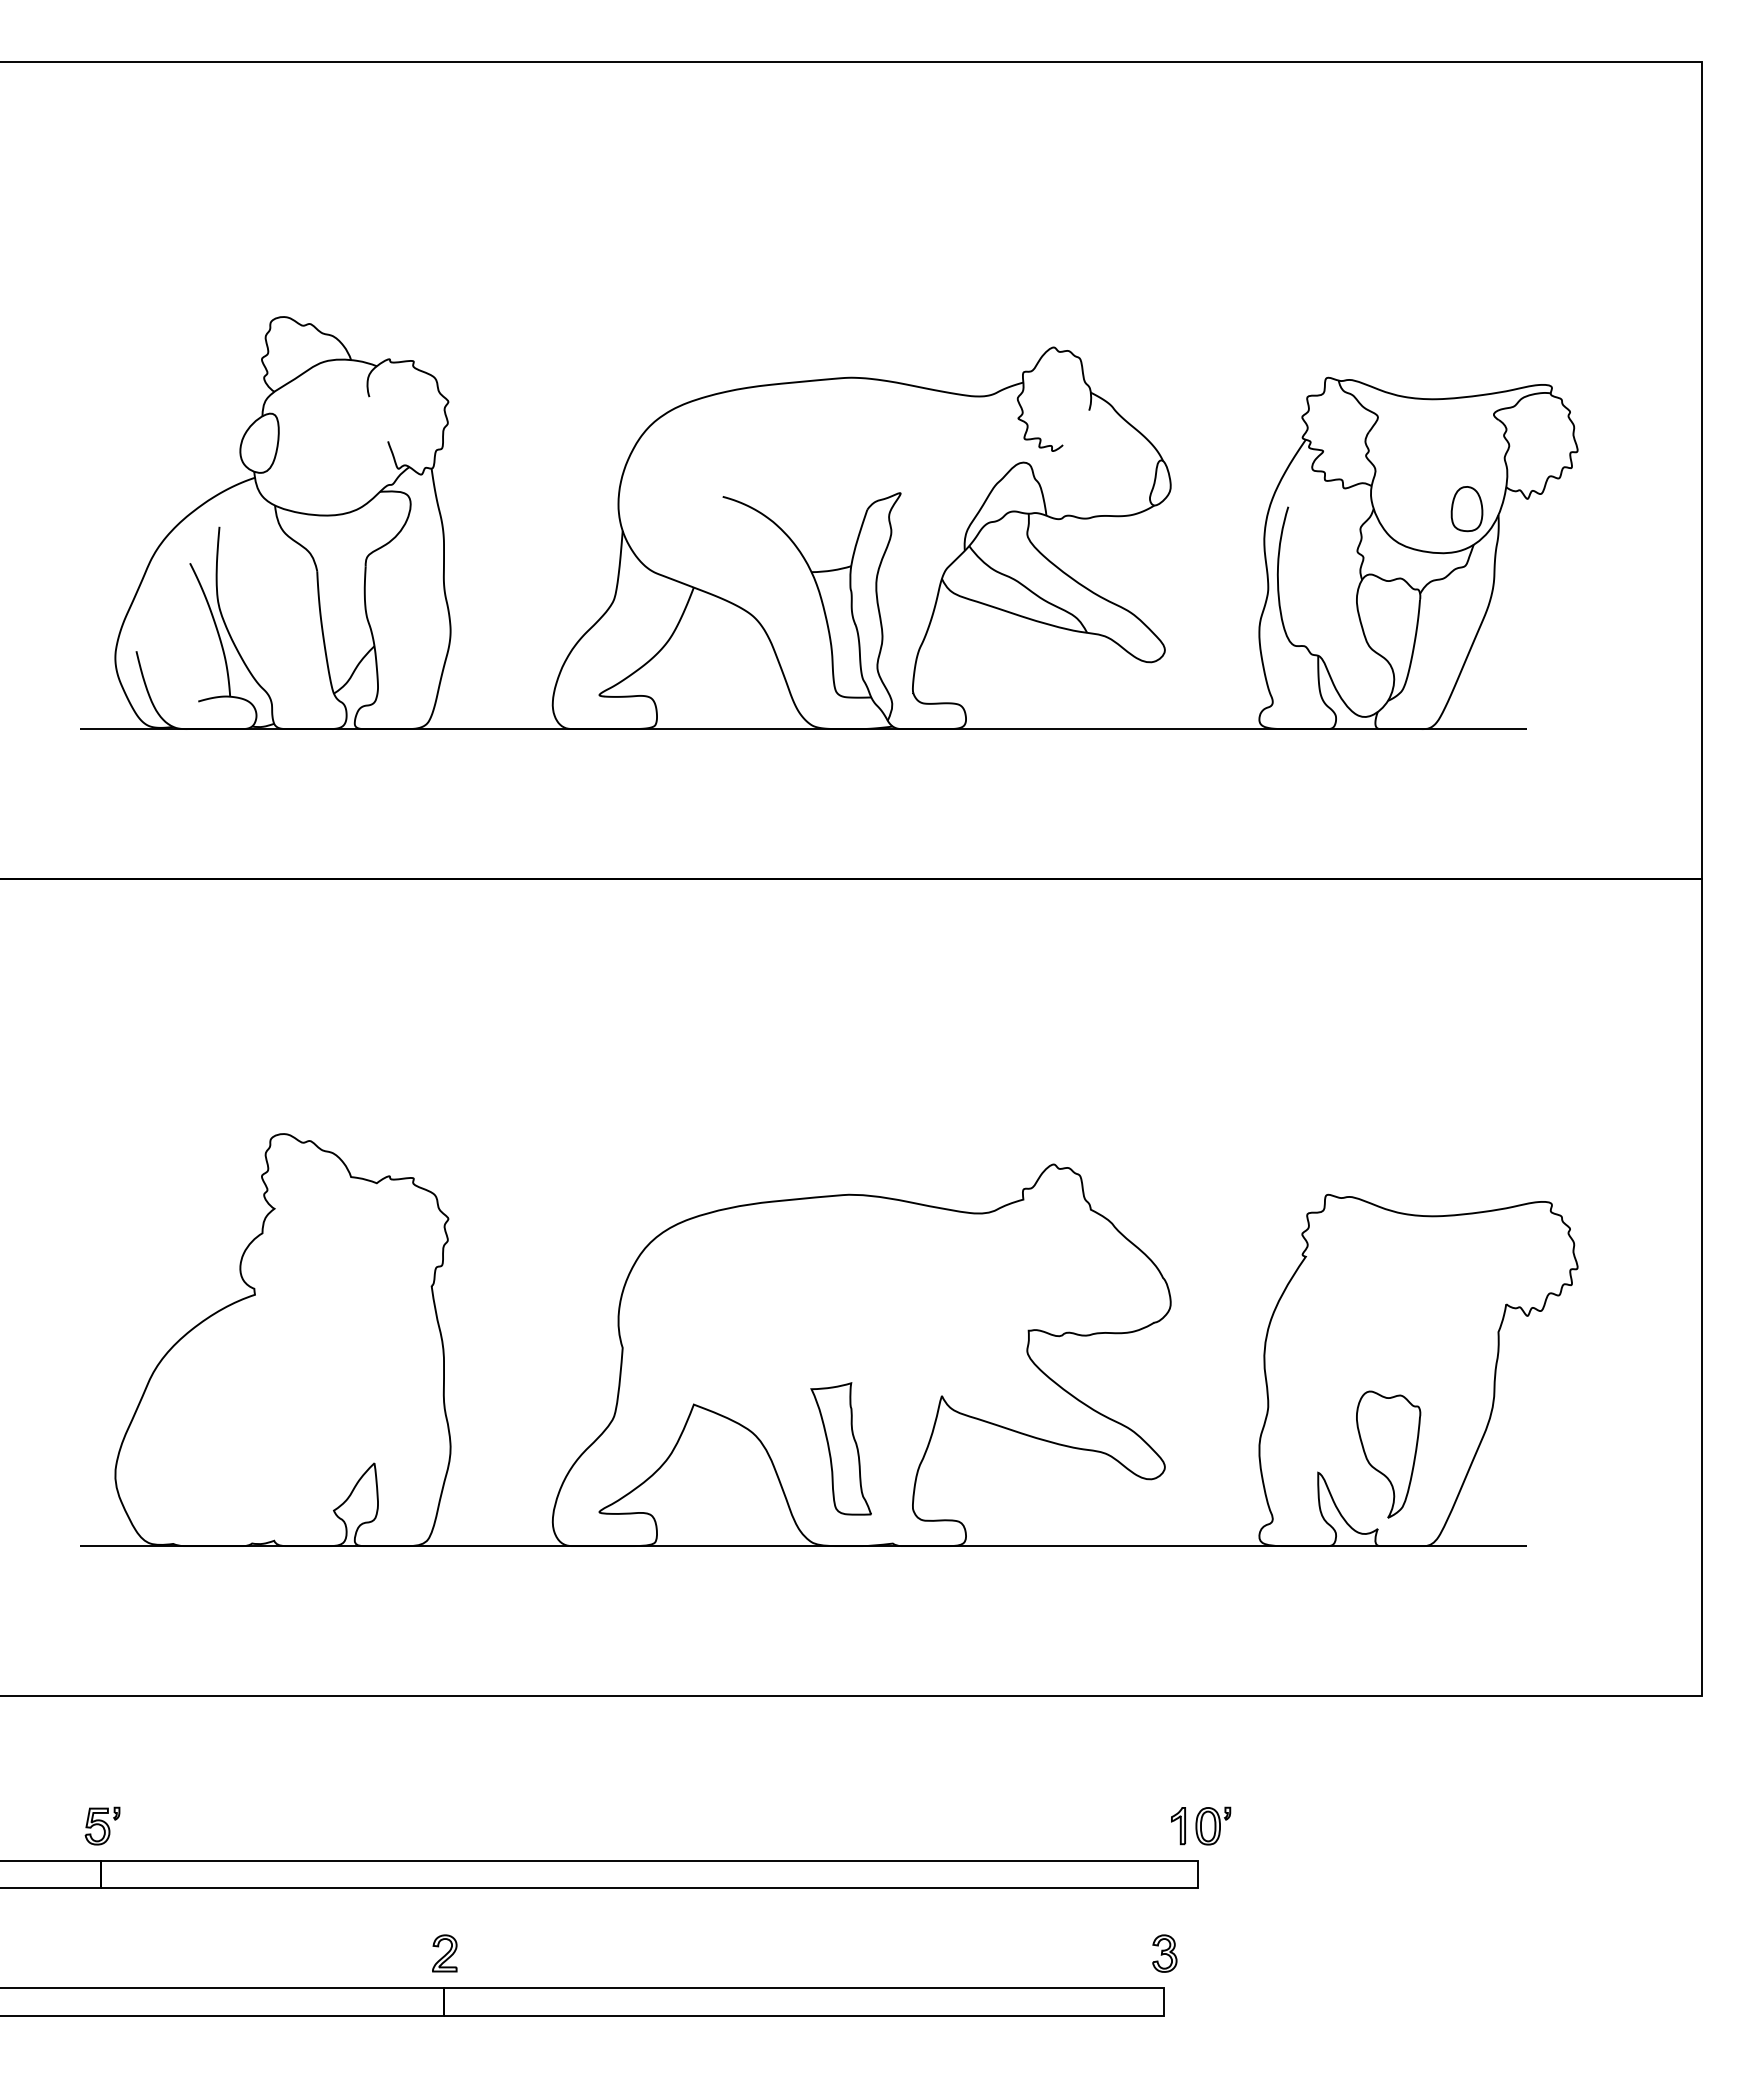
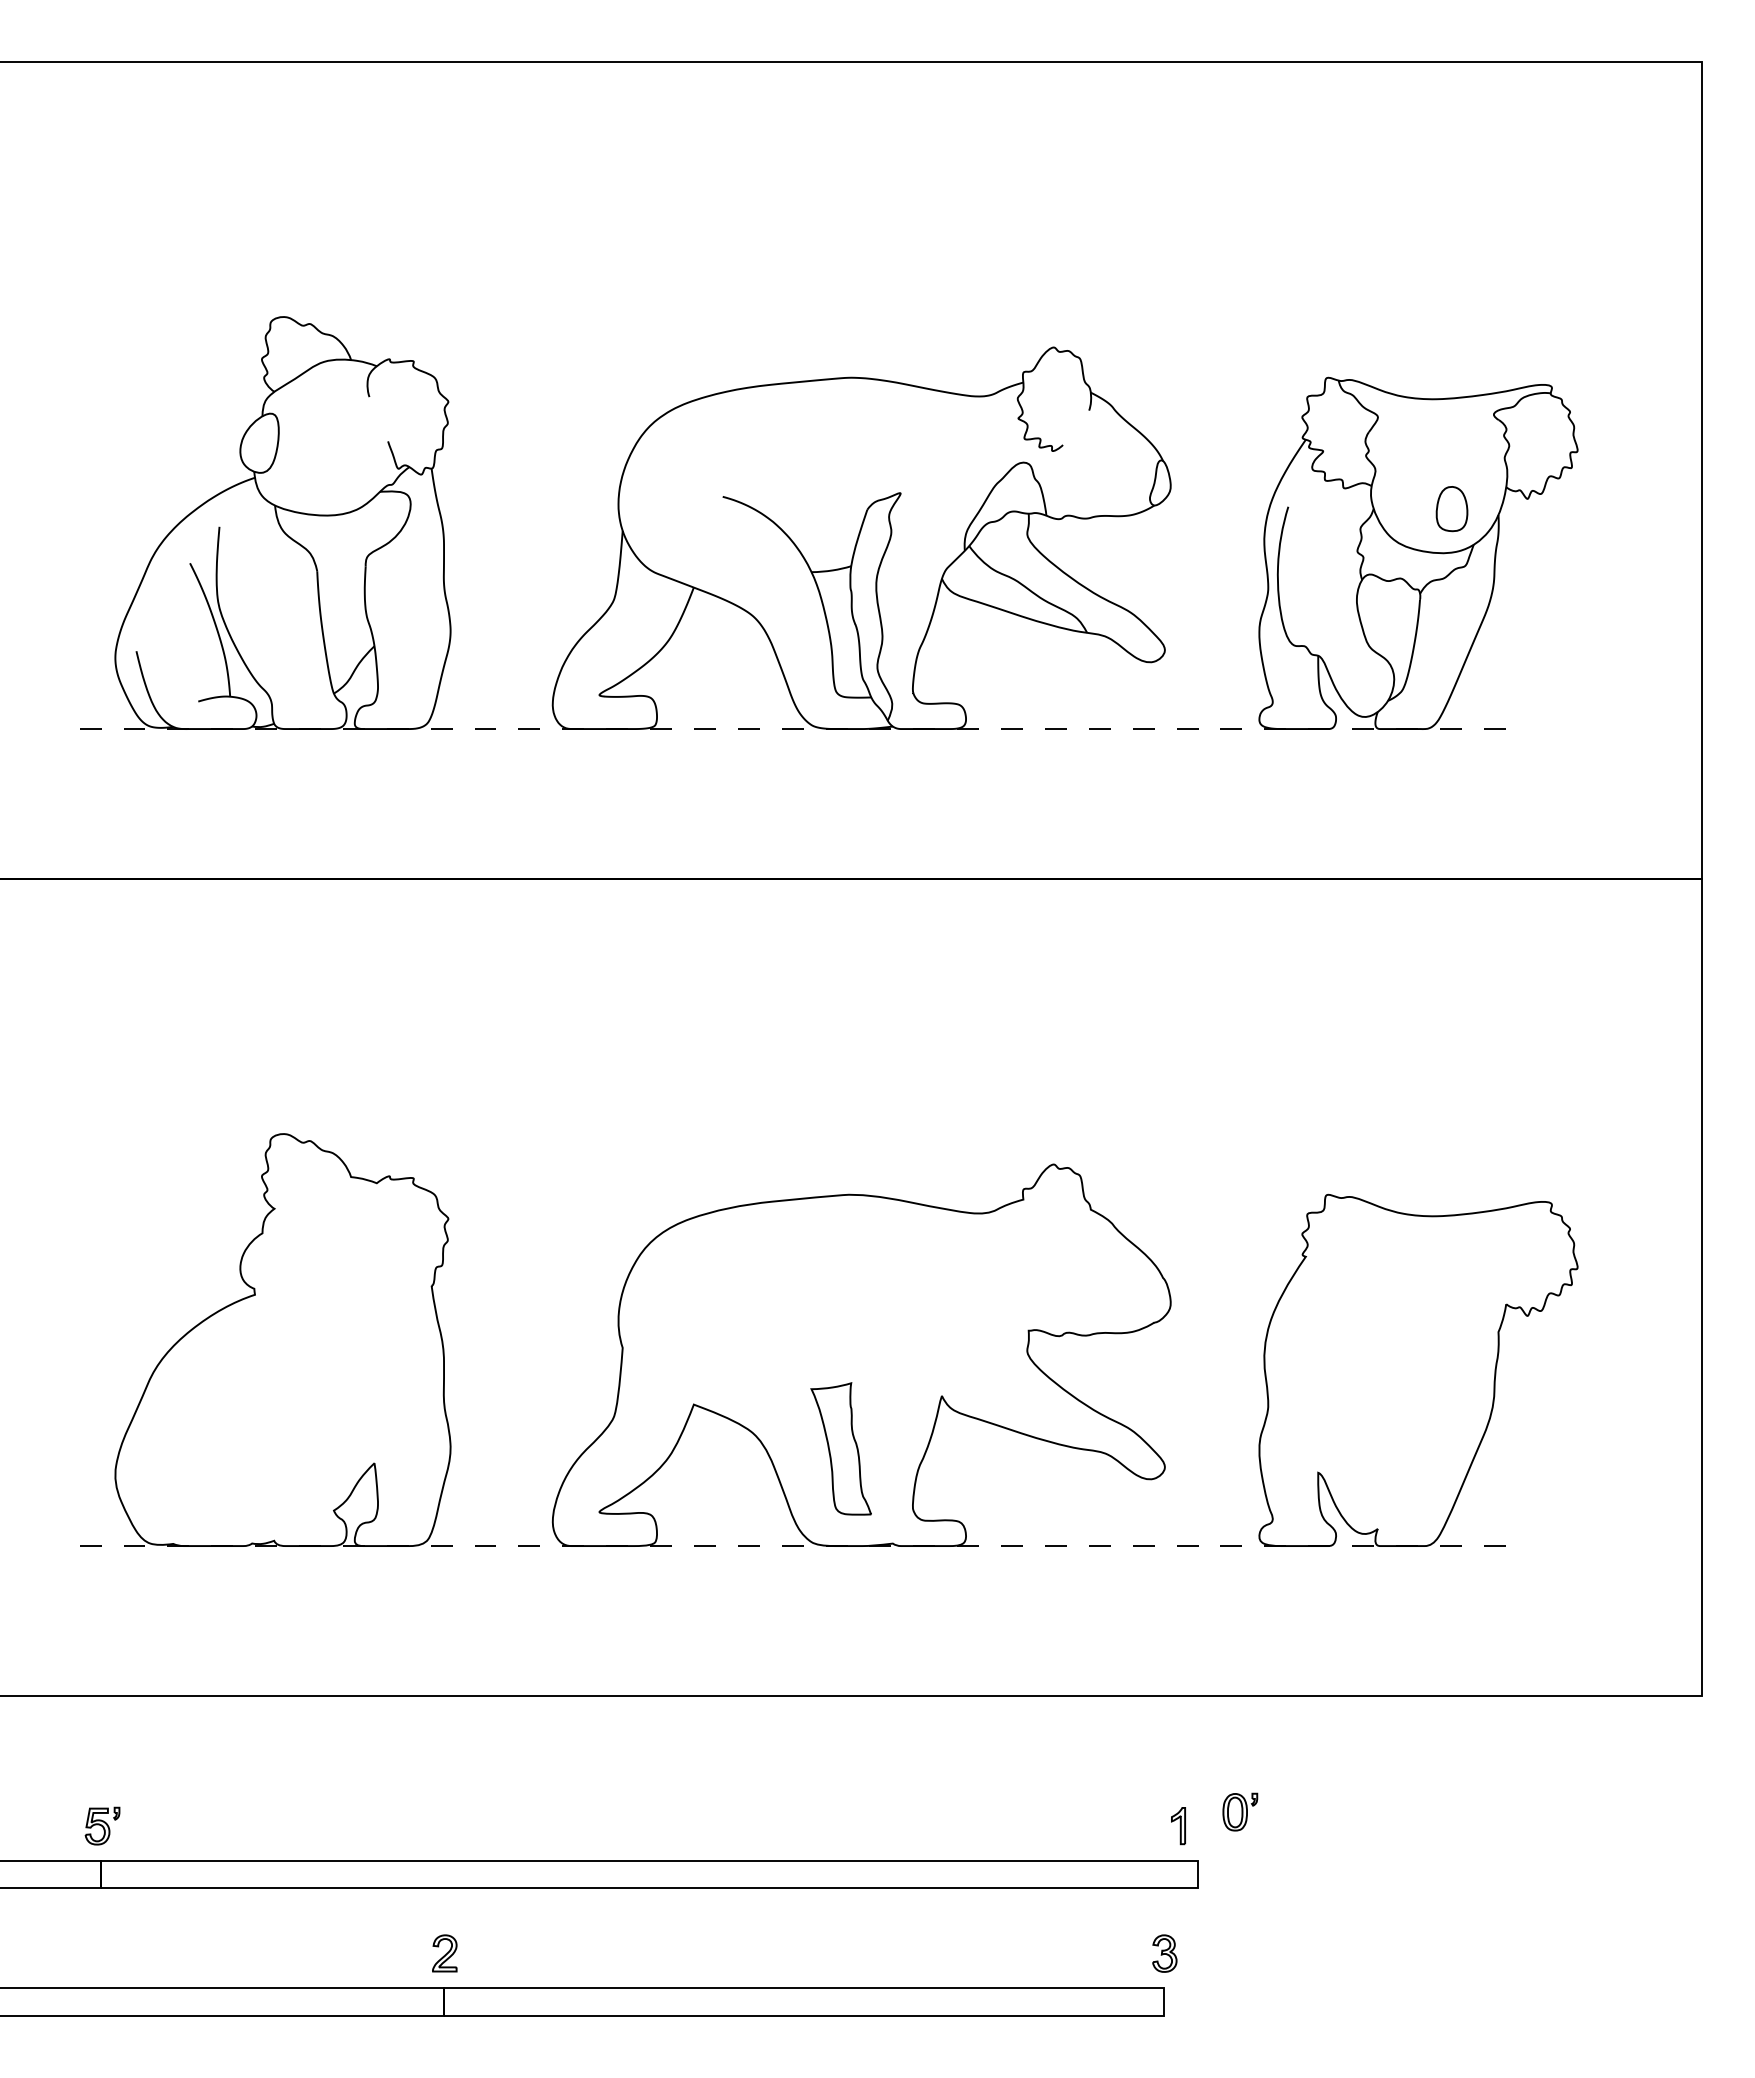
part at (1466, 509) position: (1466, 509) -> (1451, 509)
line at (803, 729): solid -> dashed
part at (1388, 1454): present -> none
line at (803, 1546): solid -> dashed
part at (1213, 1825) position: (1213, 1825) -> (1240, 1811)
